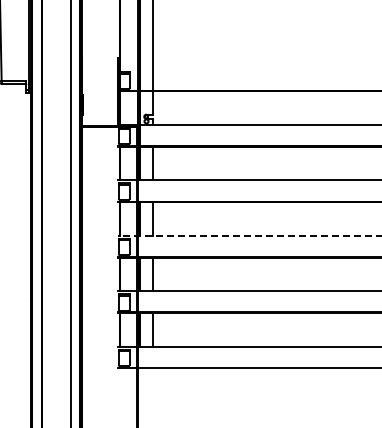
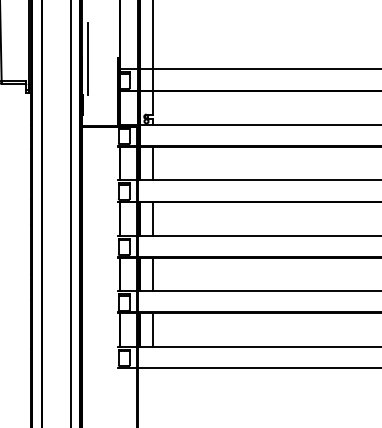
line at (88, 59): none -> present
line at (248, 69): none -> present
line at (250, 235): dashed -> solid
